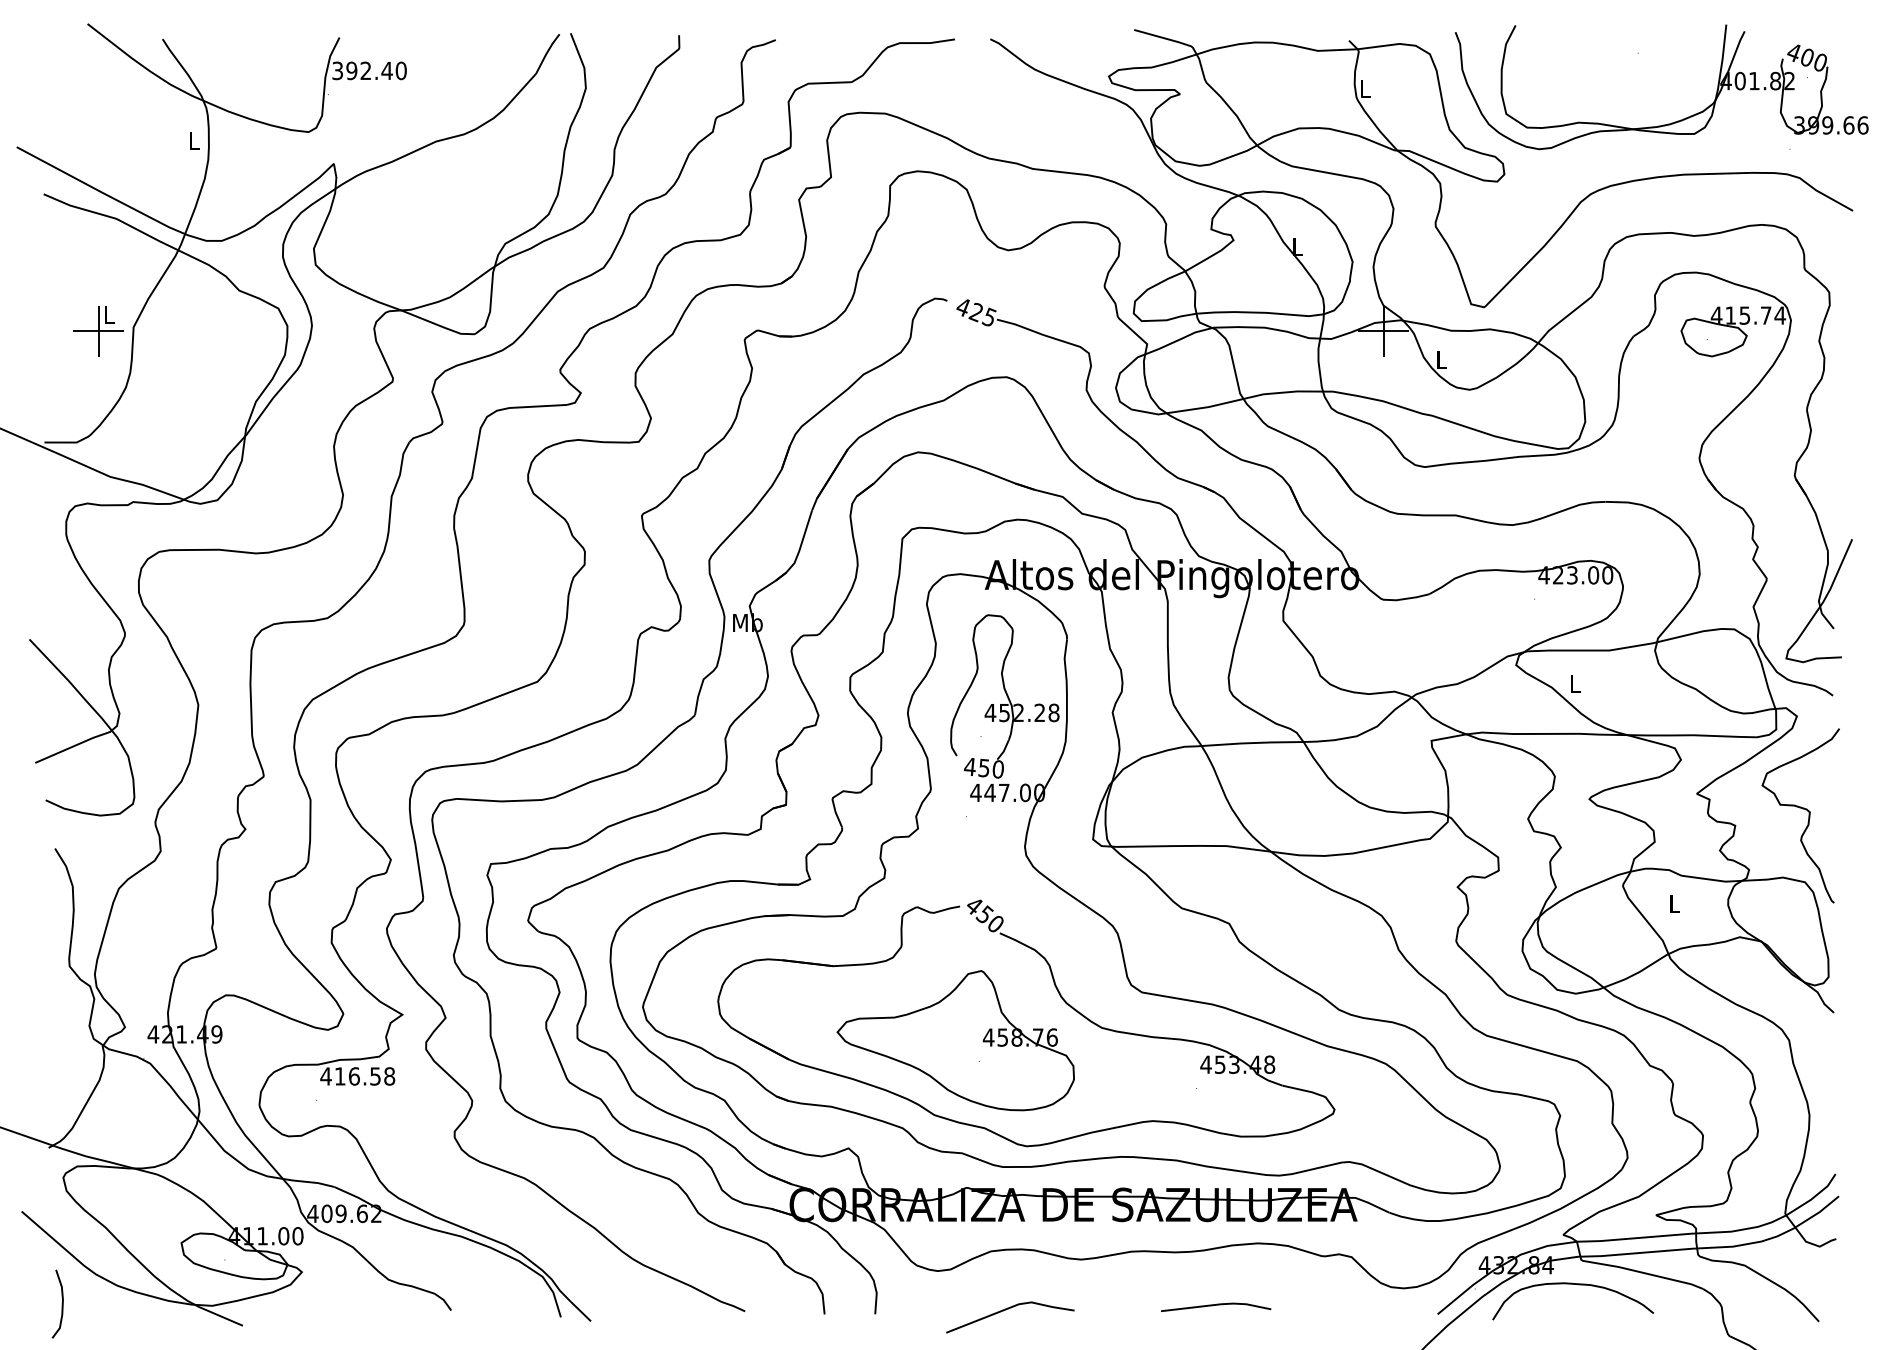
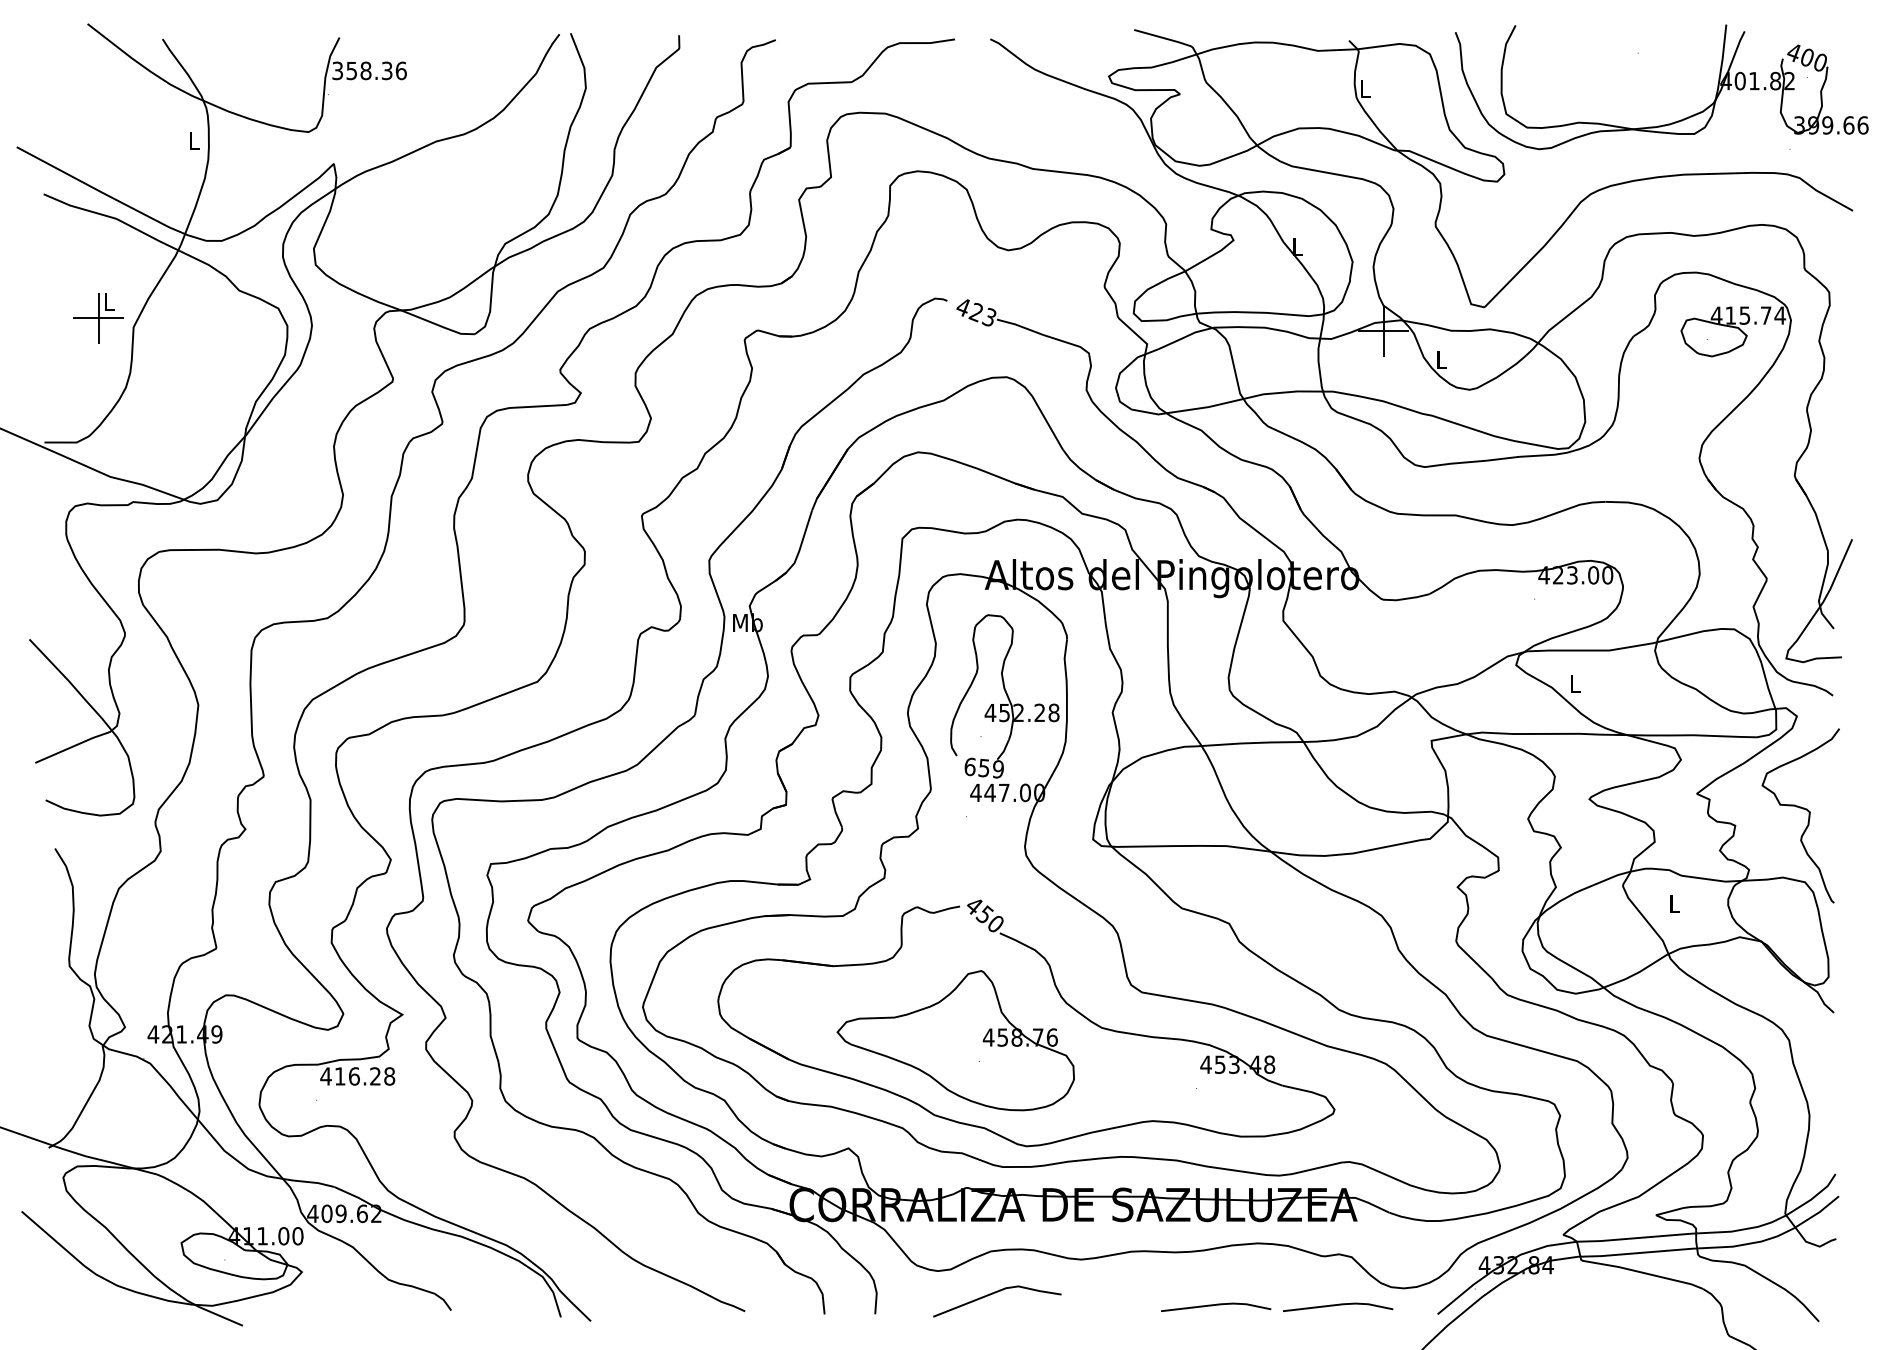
text at (376, 70): 392.40 -> 358.36
text at (990, 316): 425 -> 423
part at (98, 331) position: (98, 331) -> (98, 318)
text at (983, 767): 450 -> 659
text at (375, 1076): 416.58 -> 416.28
curve at (1577, 1285): present -> none
curve at (61, 1303): present -> none
line at (1338, 1305): none -> present
line at (1006, 1310) position: (1006, 1310) -> (993, 1294)
